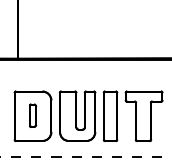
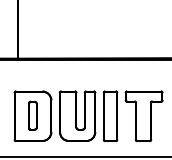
part at (33, 115) size: 9x25 px -> 10x31 px
line at (86, 157): dashed -> solid
